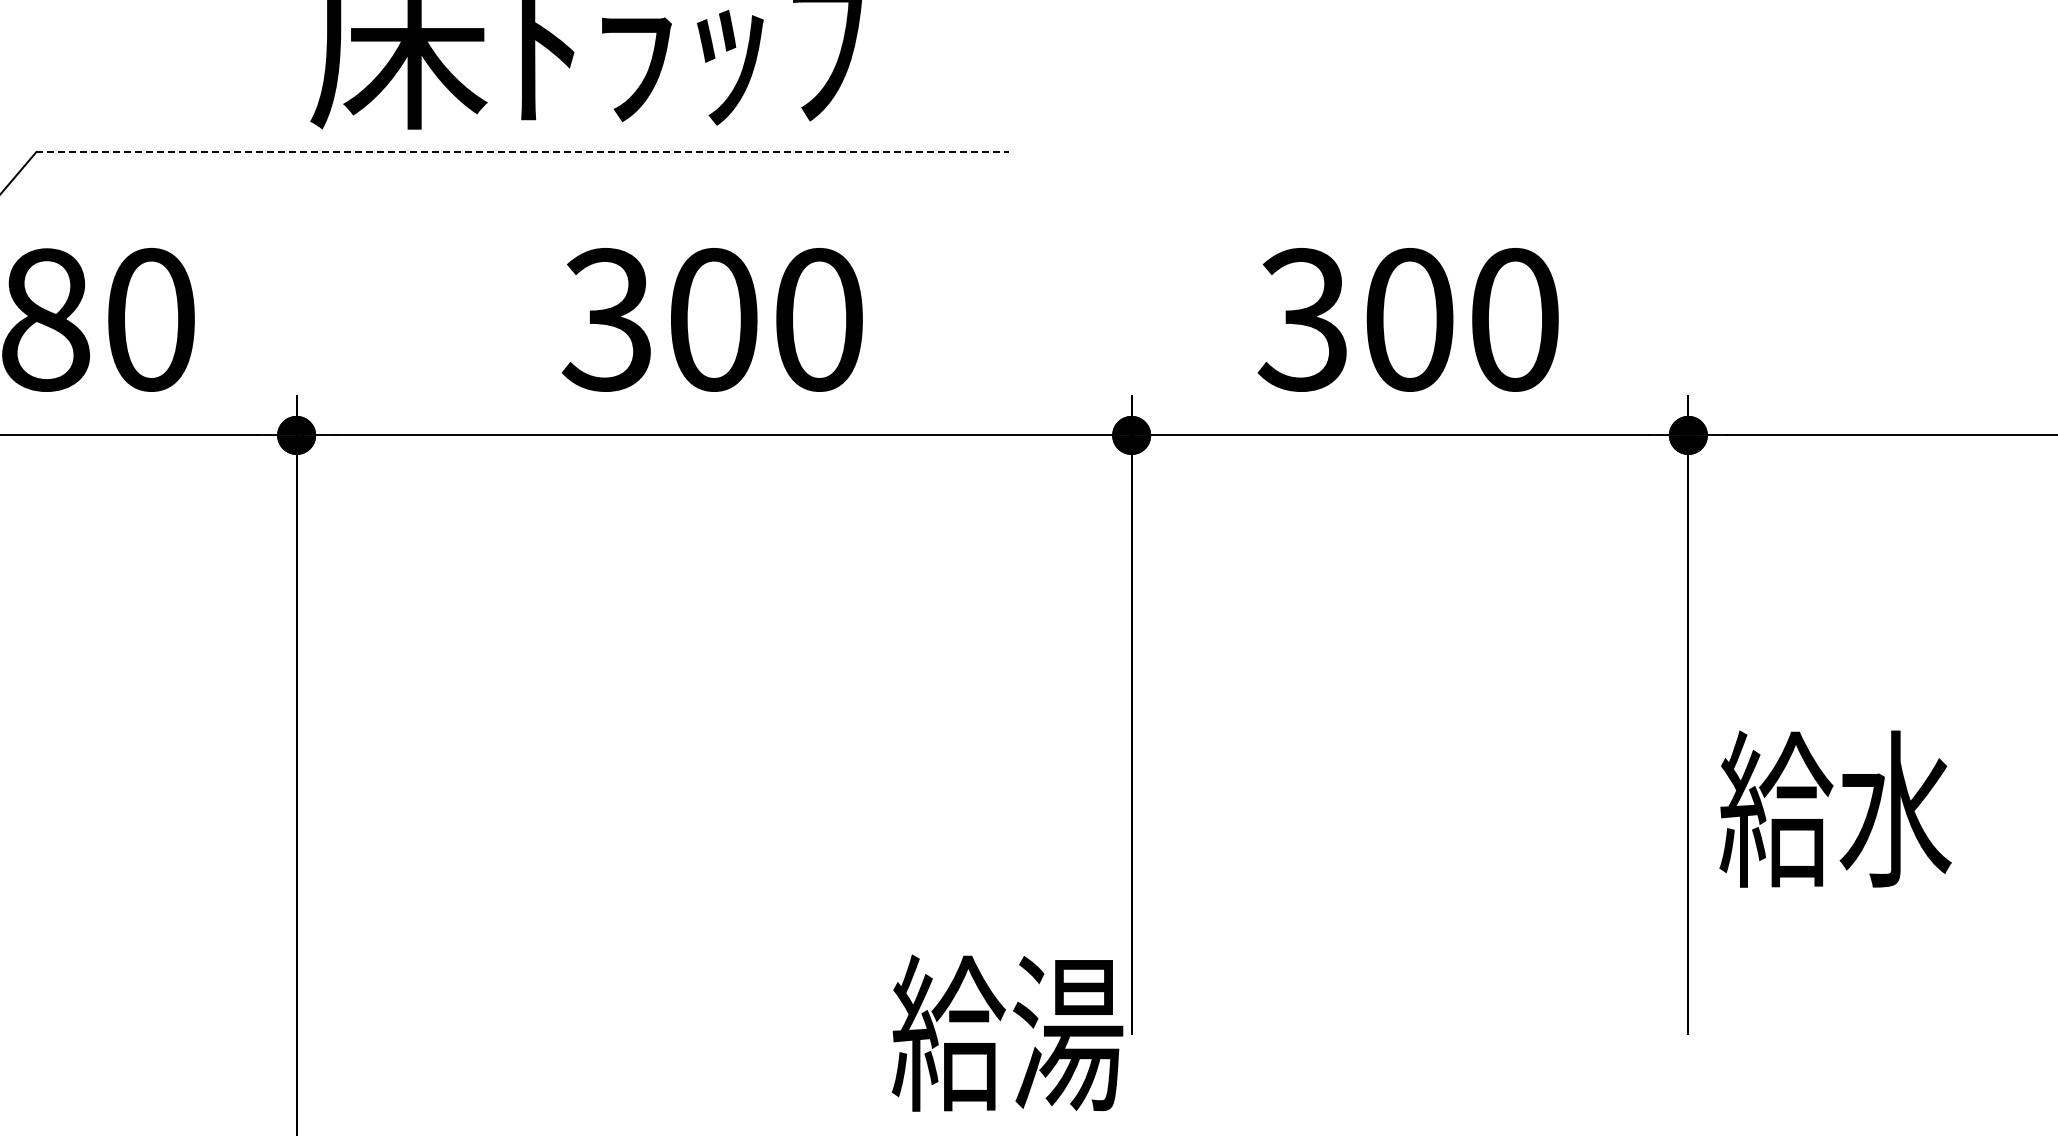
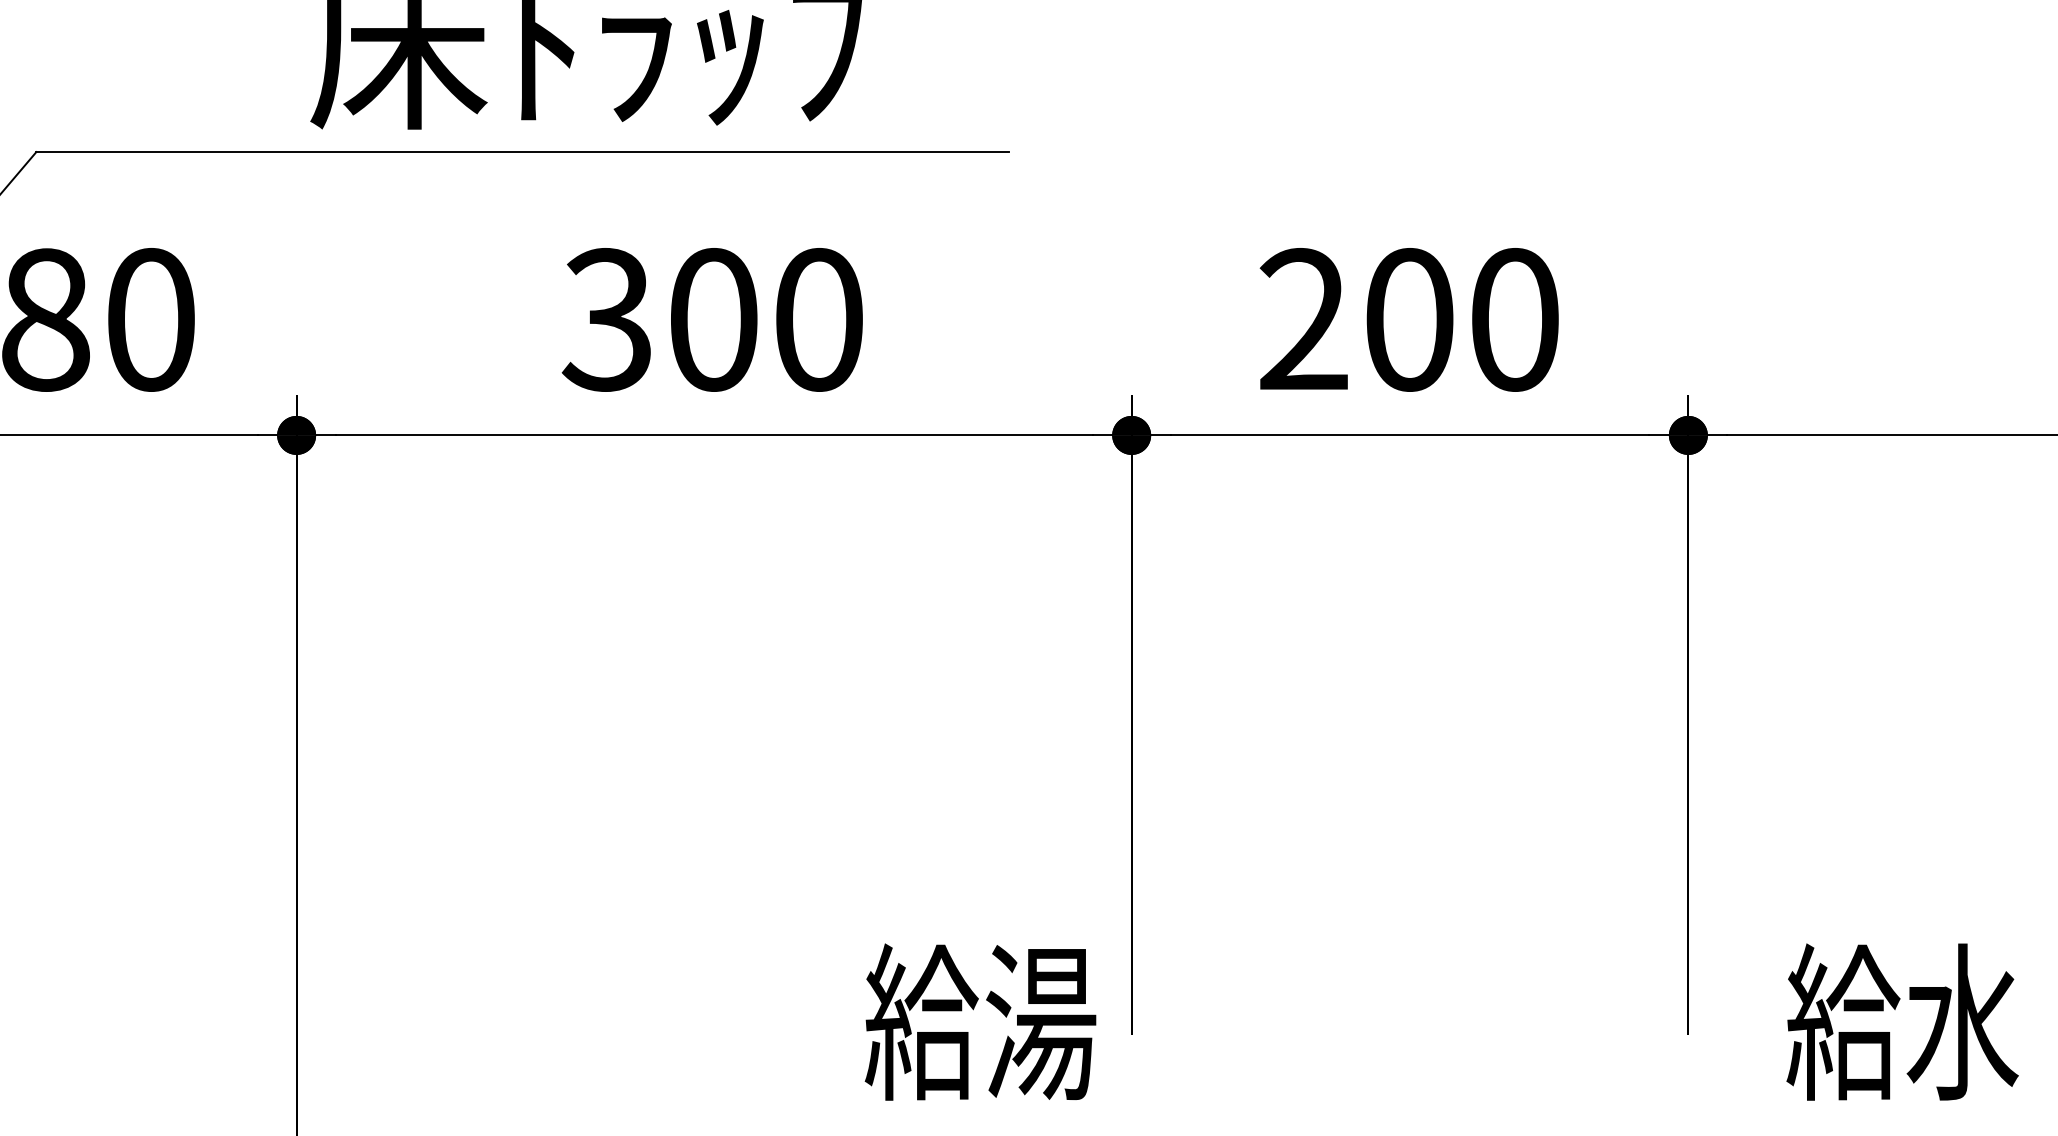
line at (522, 152): dashed -> solid
text at (1302, 319): 300 -> 200
text at (1835, 808) position: (1835, 808) -> (1902, 1021)
text at (1007, 1032) position: (1007, 1032) -> (980, 1021)
